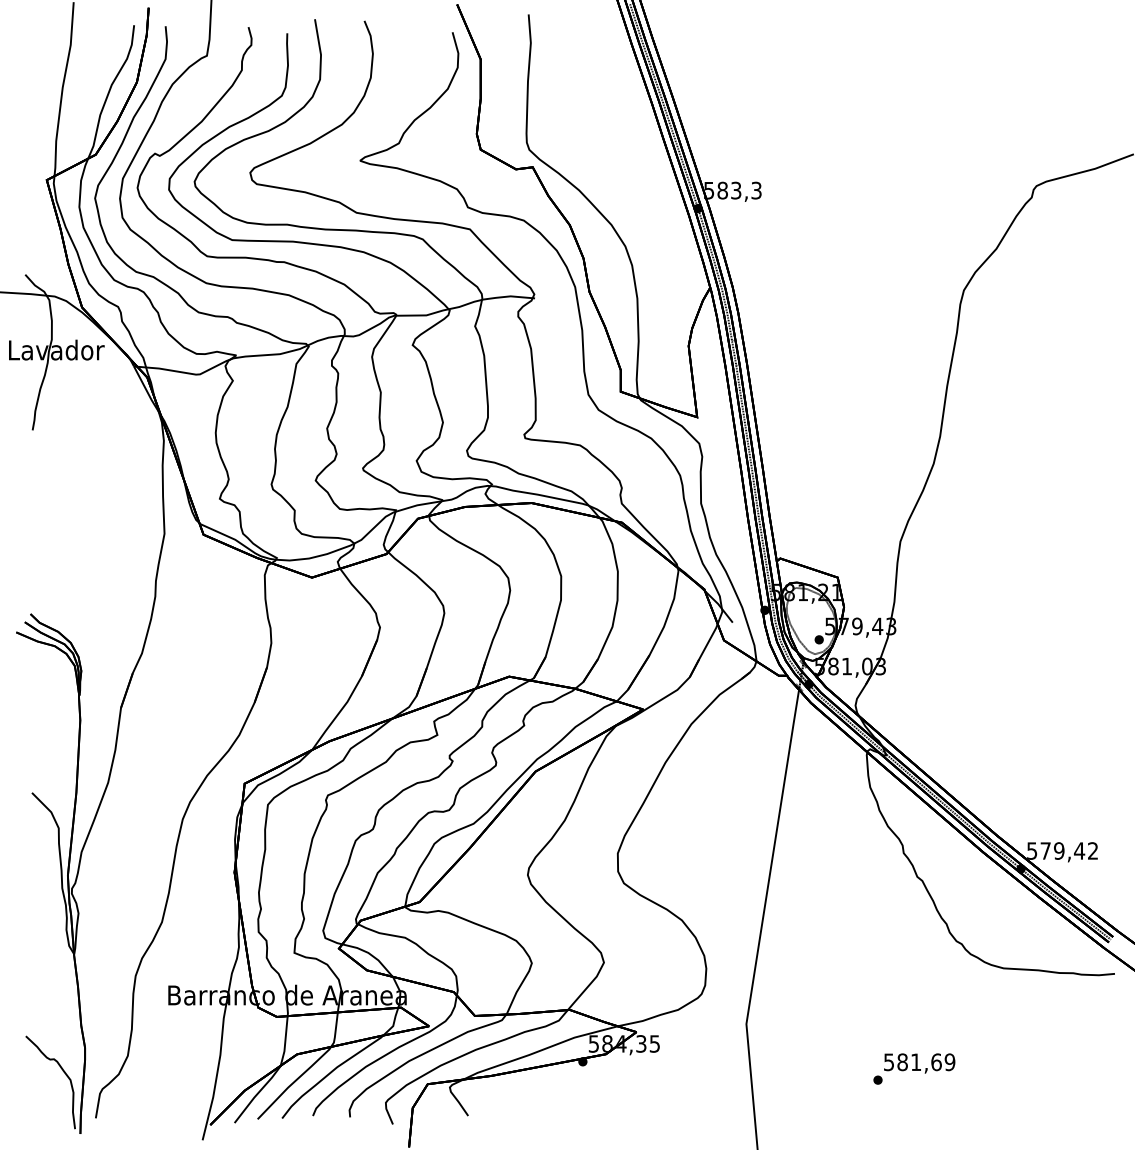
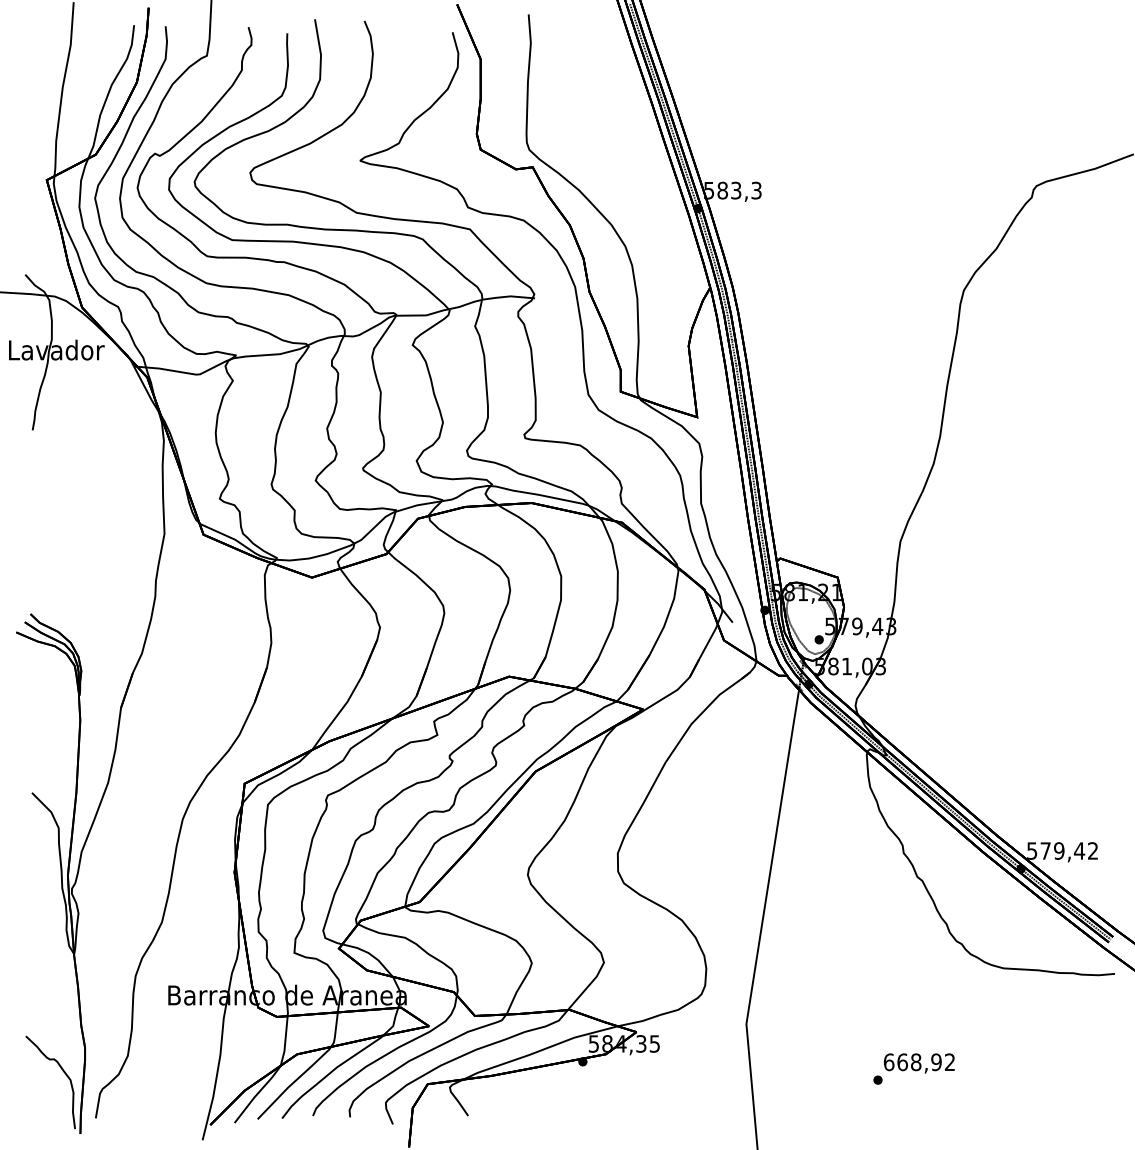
text at (919, 1062): 581,69 -> 668,92
